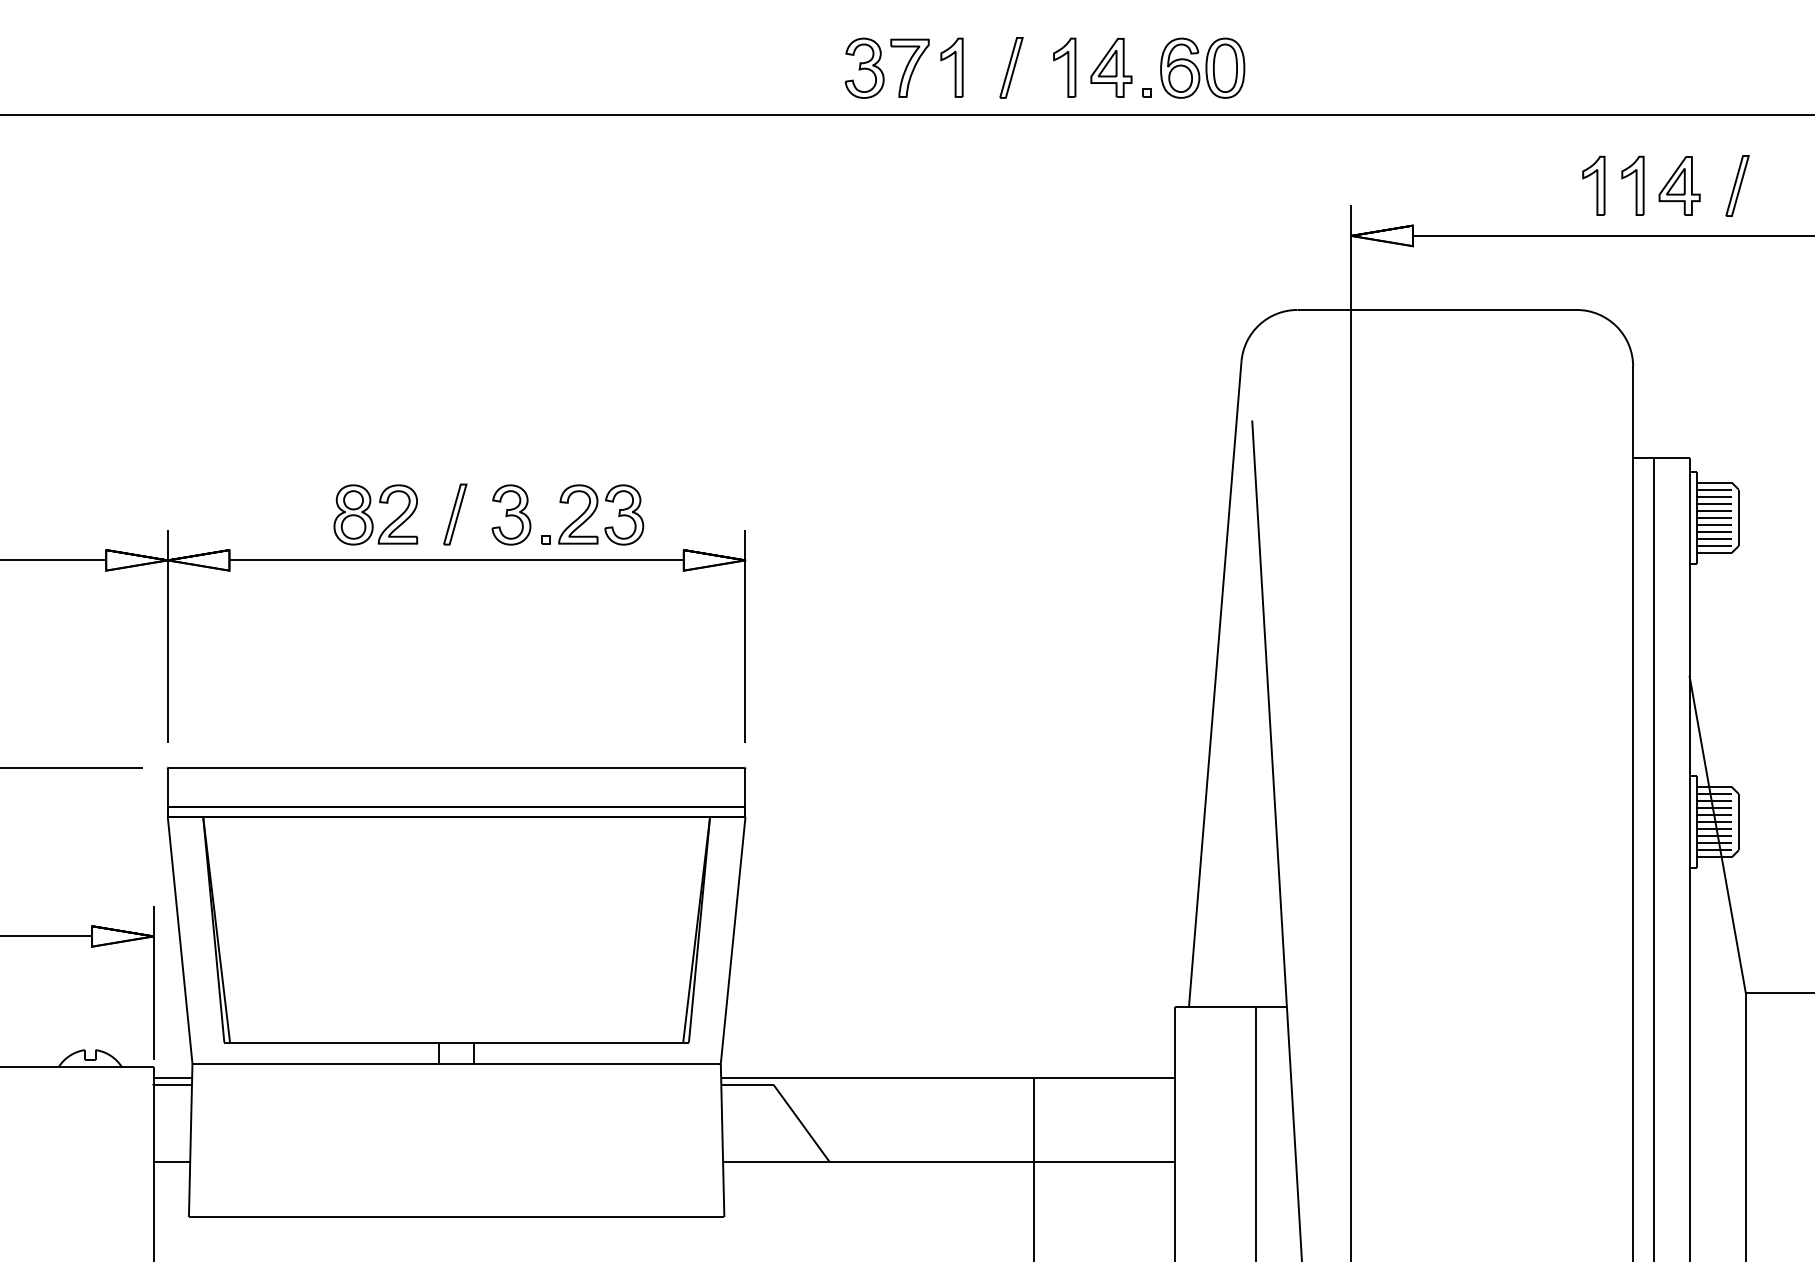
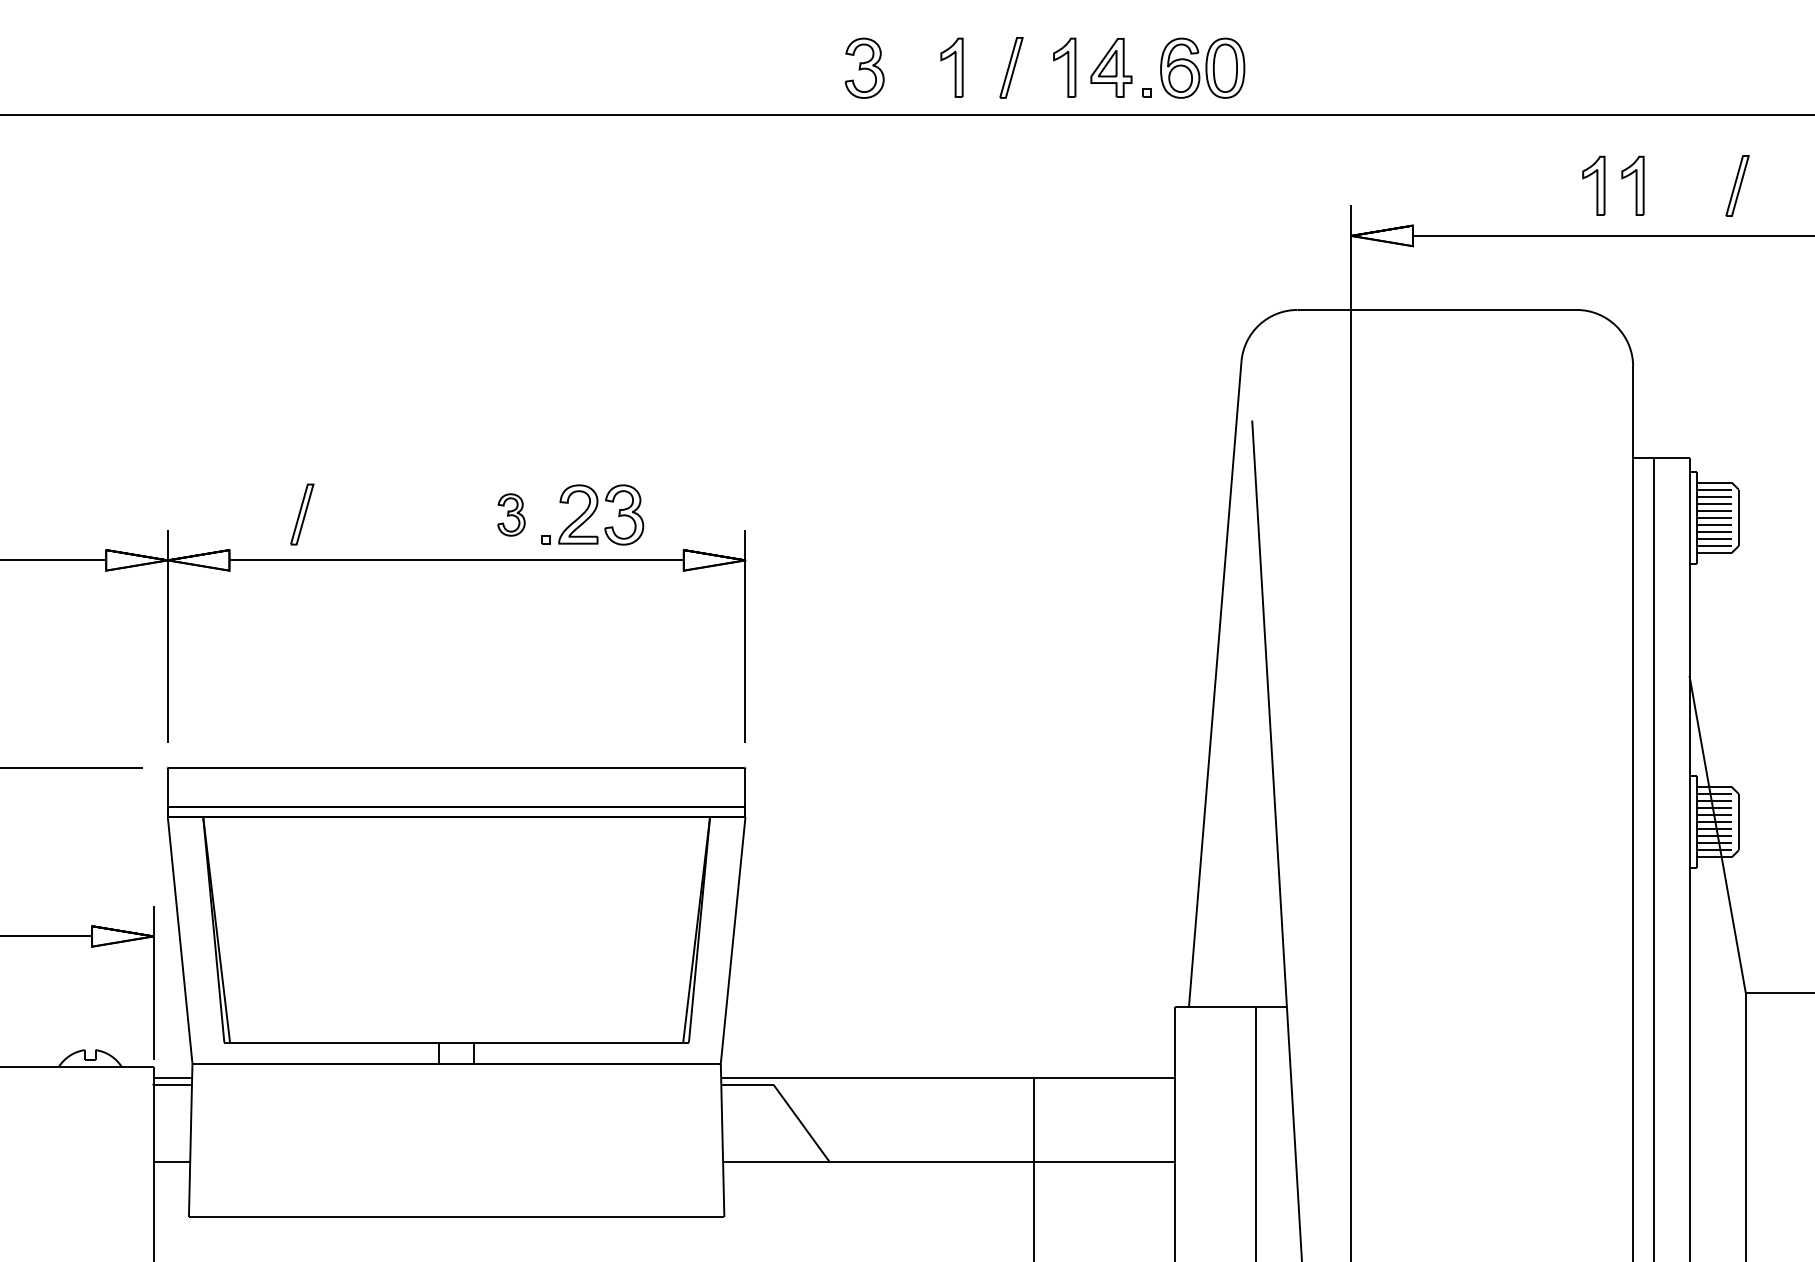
part at (909, 67): present -> none
part at (1679, 185): present -> none
part at (375, 514): present -> none
part at (455, 514) position: (455, 514) -> (302, 514)
part at (511, 514) size: 41x62 px -> 29x44 px
